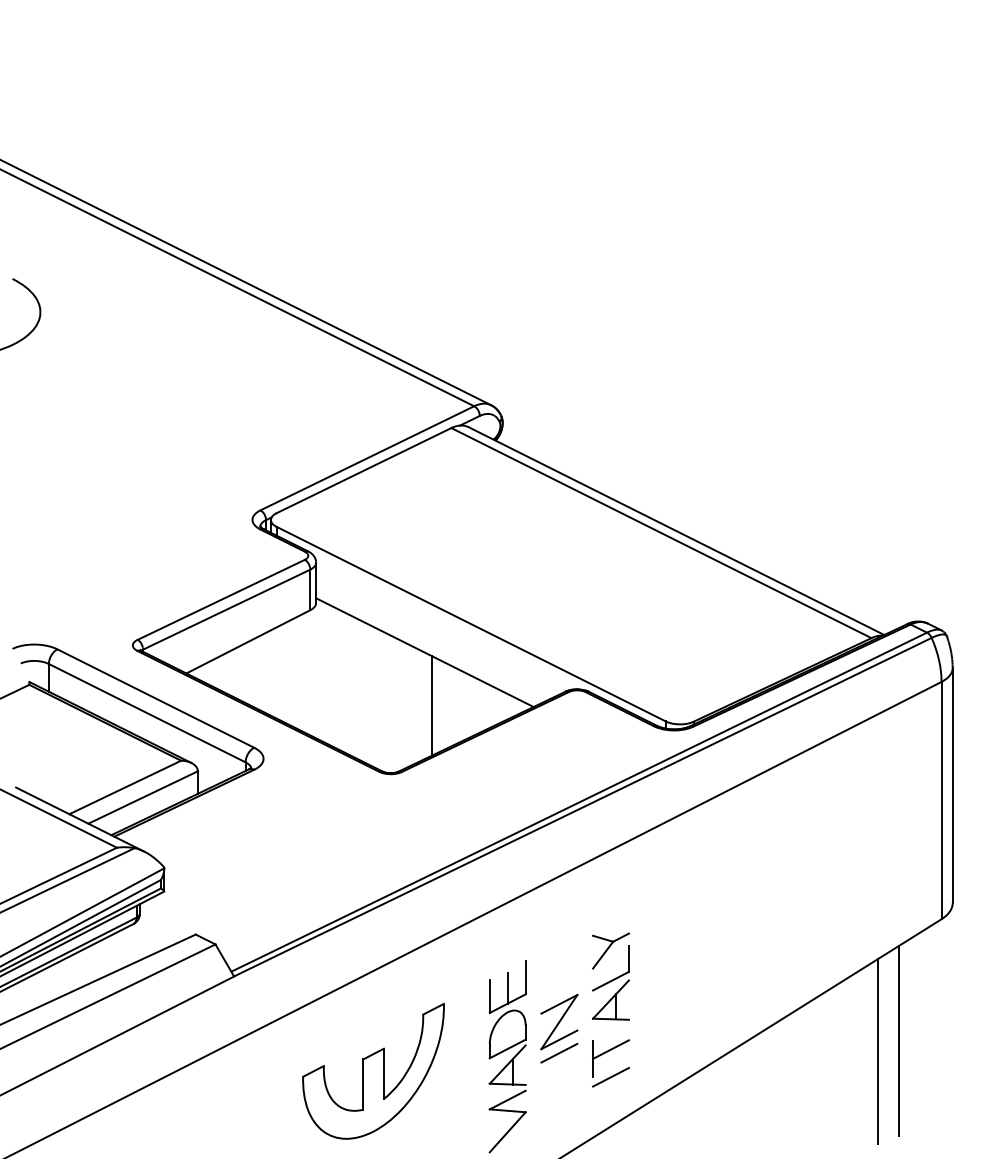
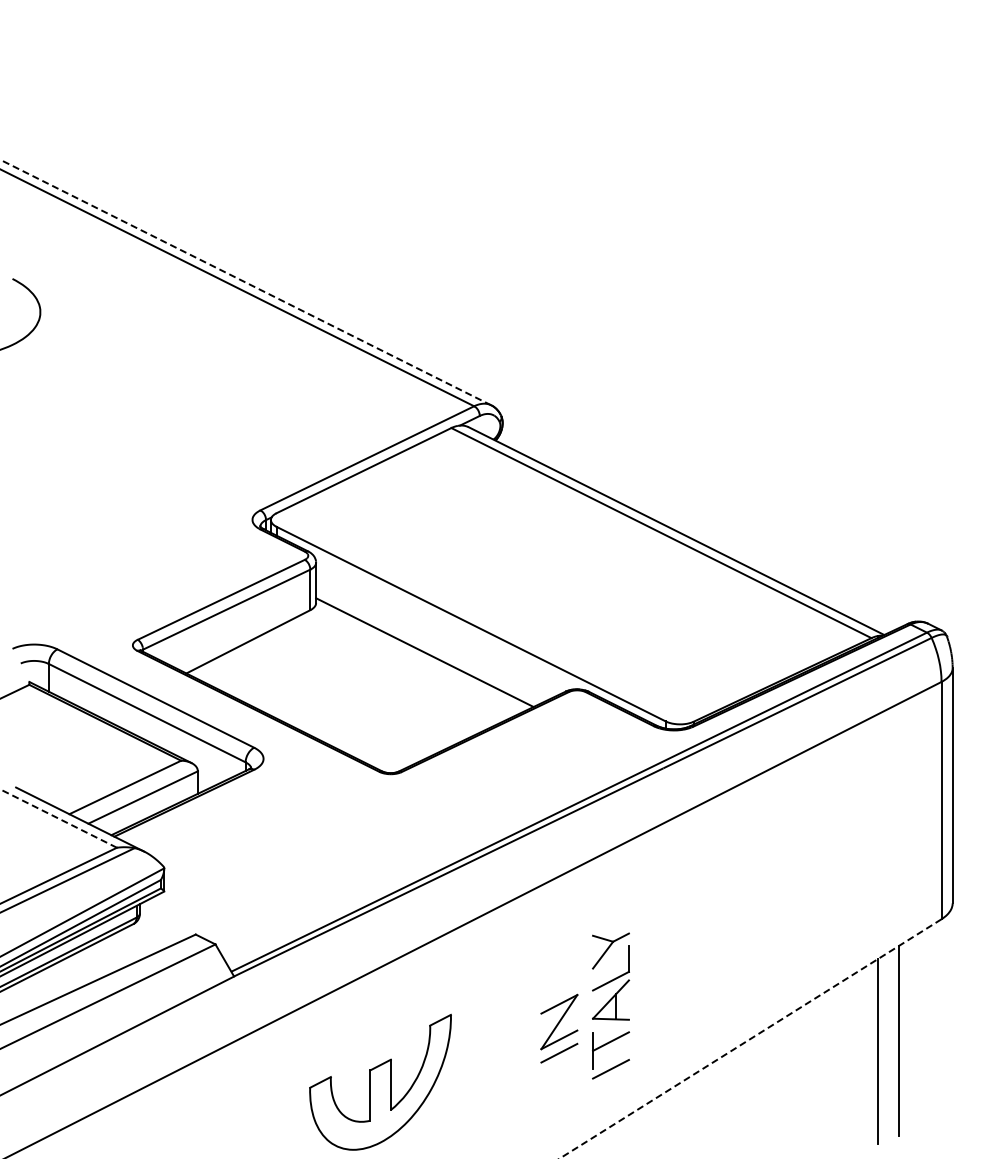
line at (245, 282): solid -> dashed
line at (431, 705): present -> none
line at (58, 818): solid -> dashed
line at (750, 1039): solid -> dashed
part at (605, 1053) position: (605, 1053) -> (605, 1045)
part at (507, 1056): present -> none
part at (373, 1070) position: (373, 1070) -> (380, 1081)
